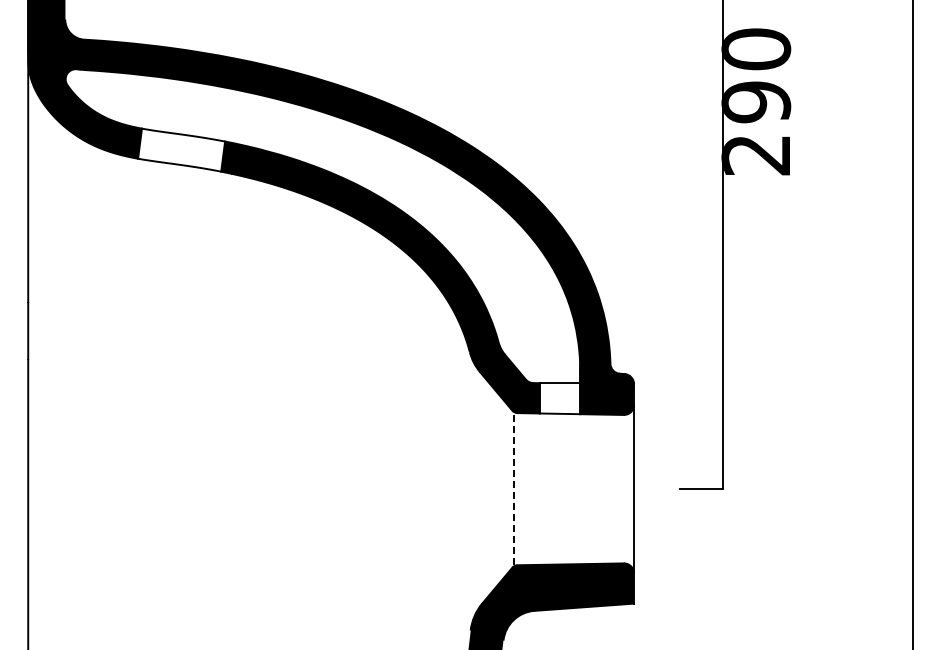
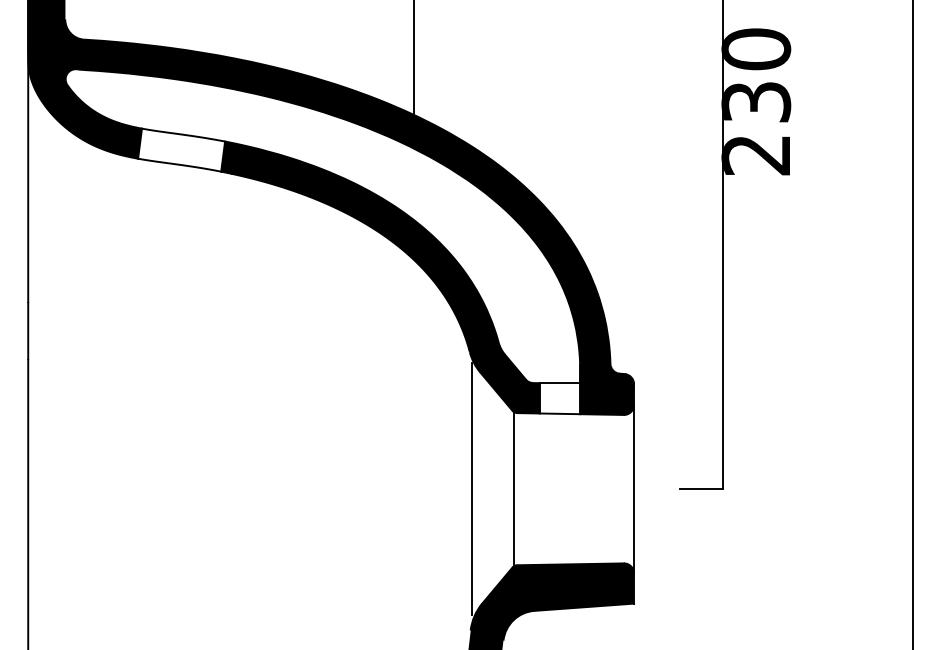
line at (414, 58): none -> present
text at (756, 102): 290 -> 230
line at (472, 488): none -> present
line at (514, 488): dashed -> solid
